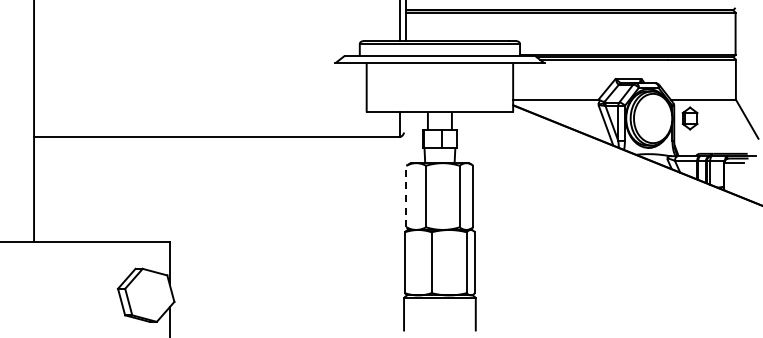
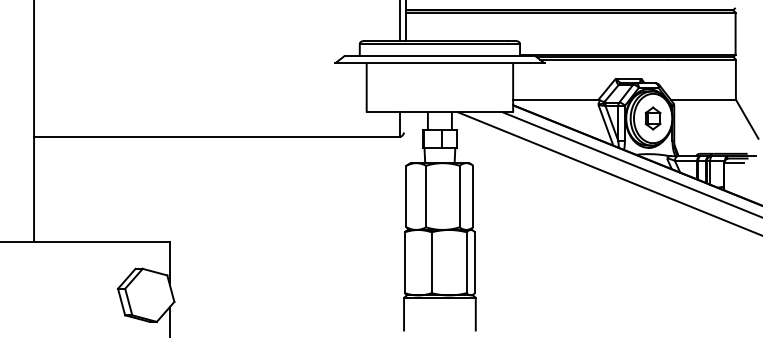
part at (689, 118) position: (689, 118) -> (652, 118)
line at (630, 164): none -> present
line at (608, 173): none -> present
line at (406, 196): dashed -> solid
